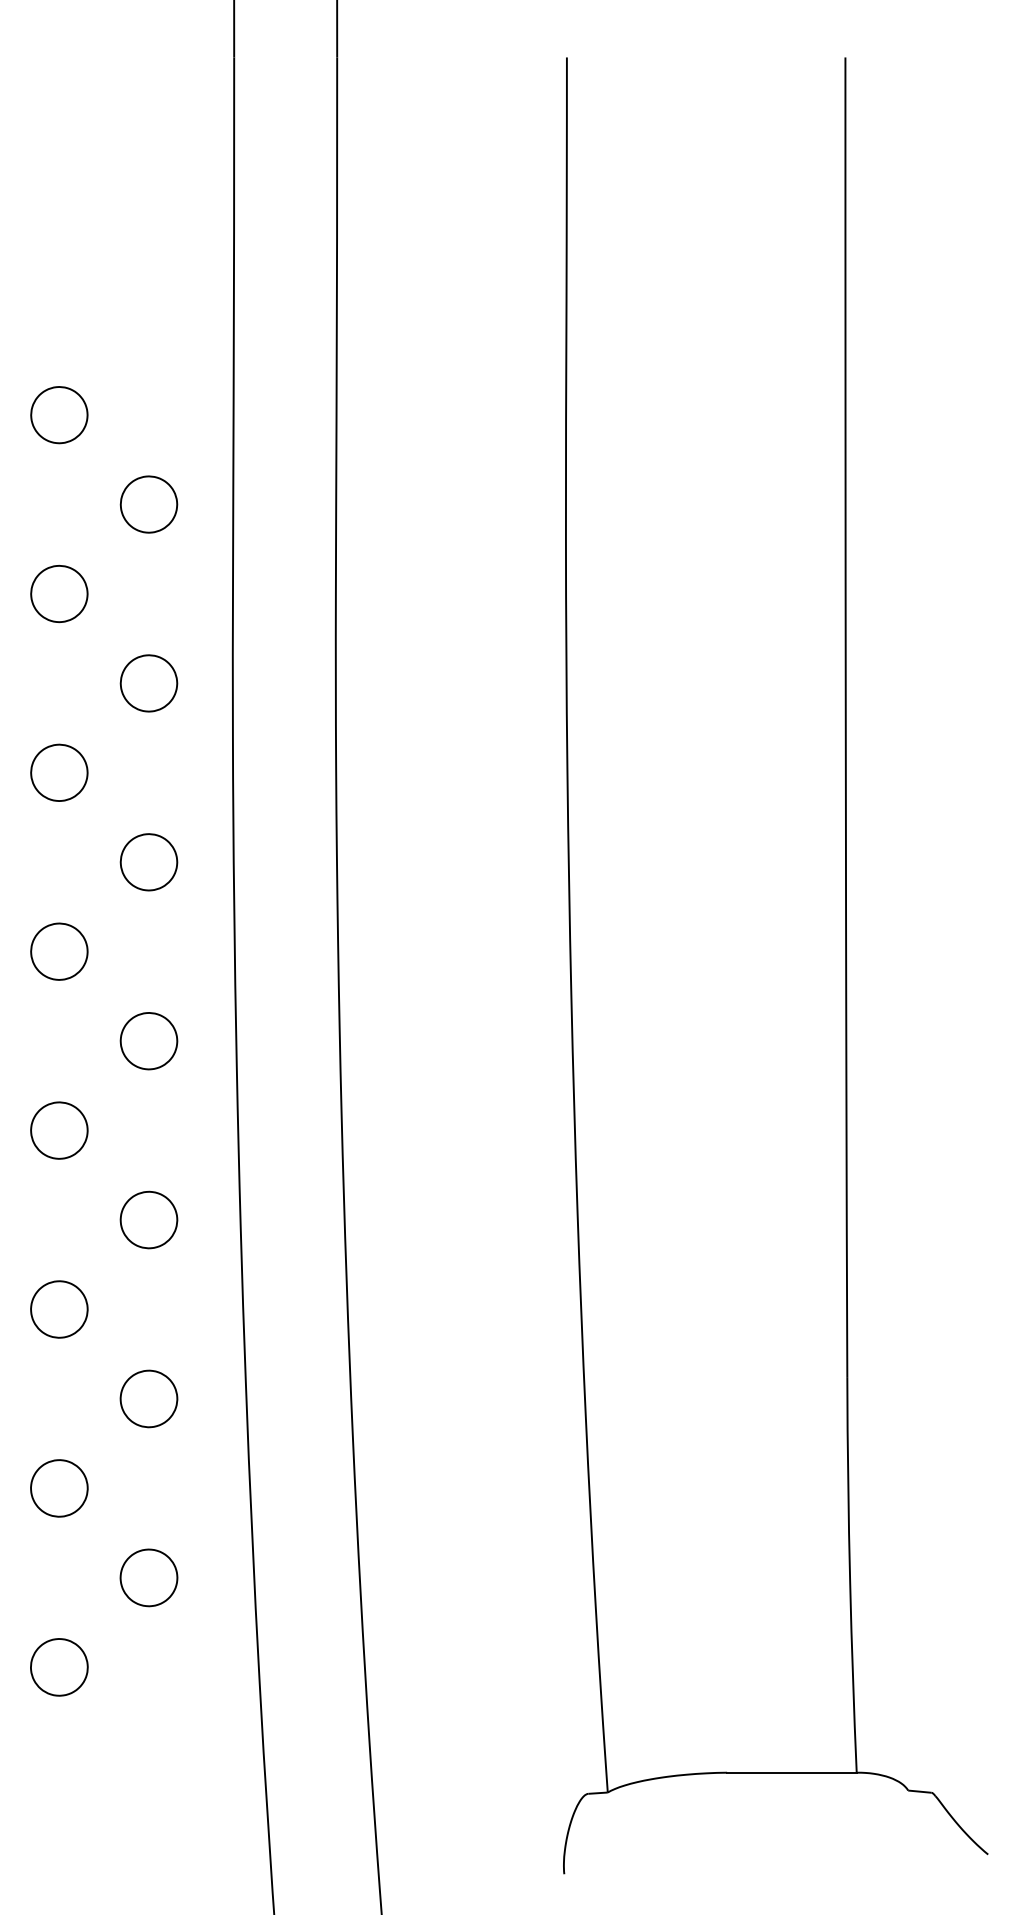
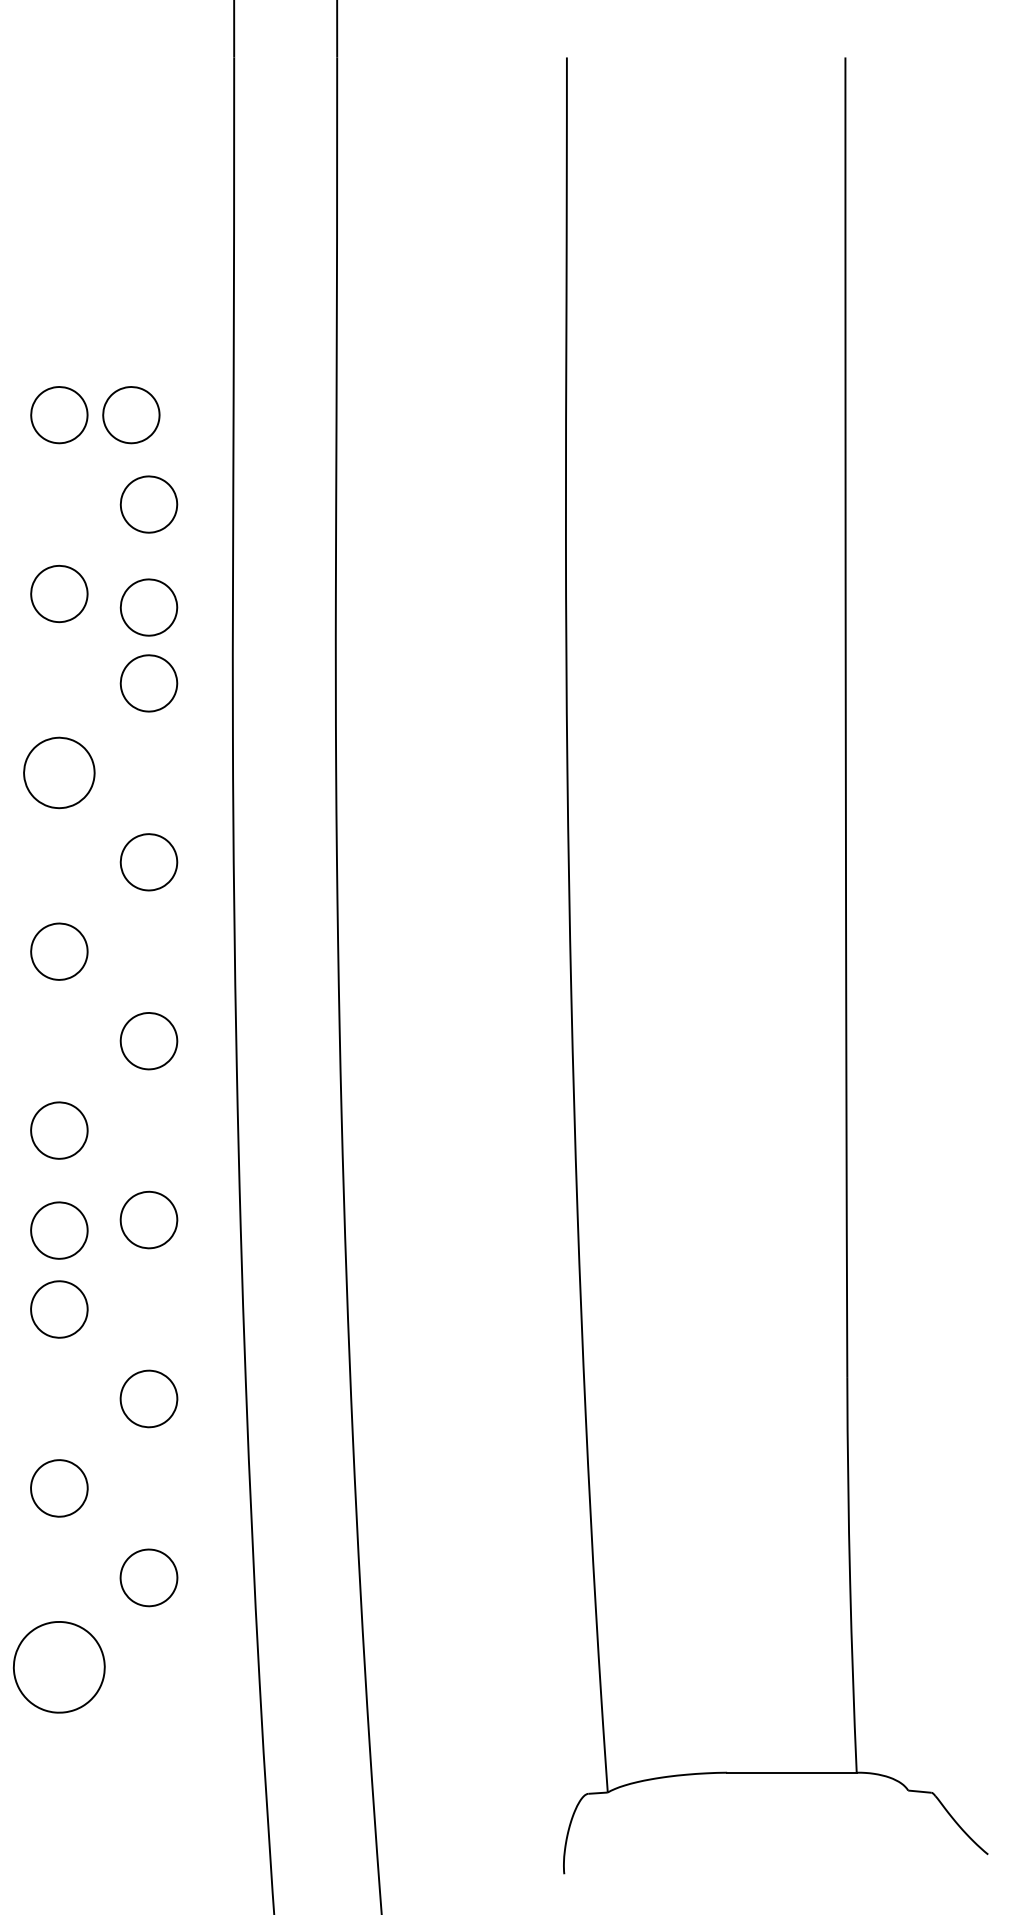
part at (131, 415): none -> present
part at (148, 607): none -> present
part at (59, 772) size: 59x59 px -> 73x74 px
part at (59, 1230): none -> present
part at (59, 1667) size: 59x59 px -> 93x93 px
